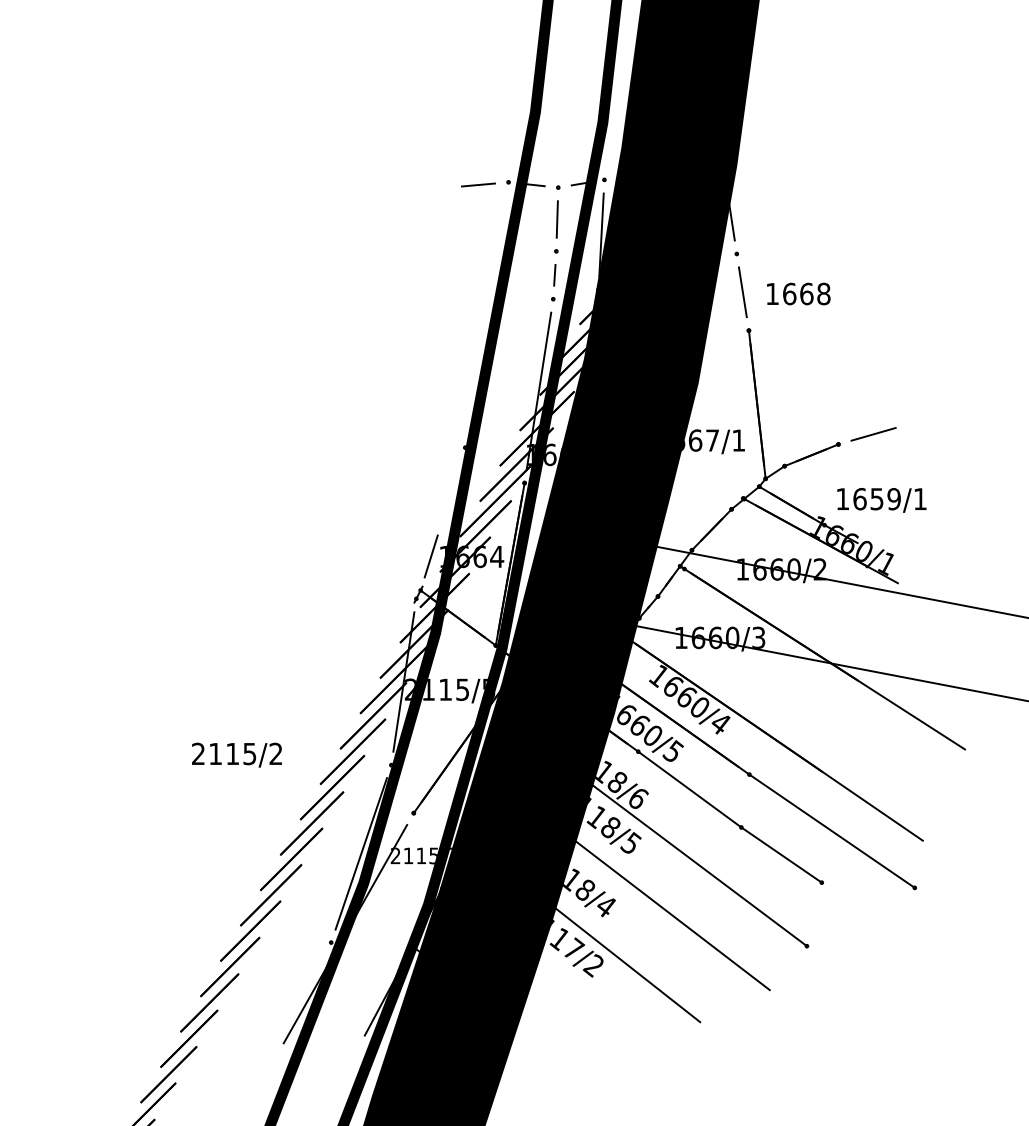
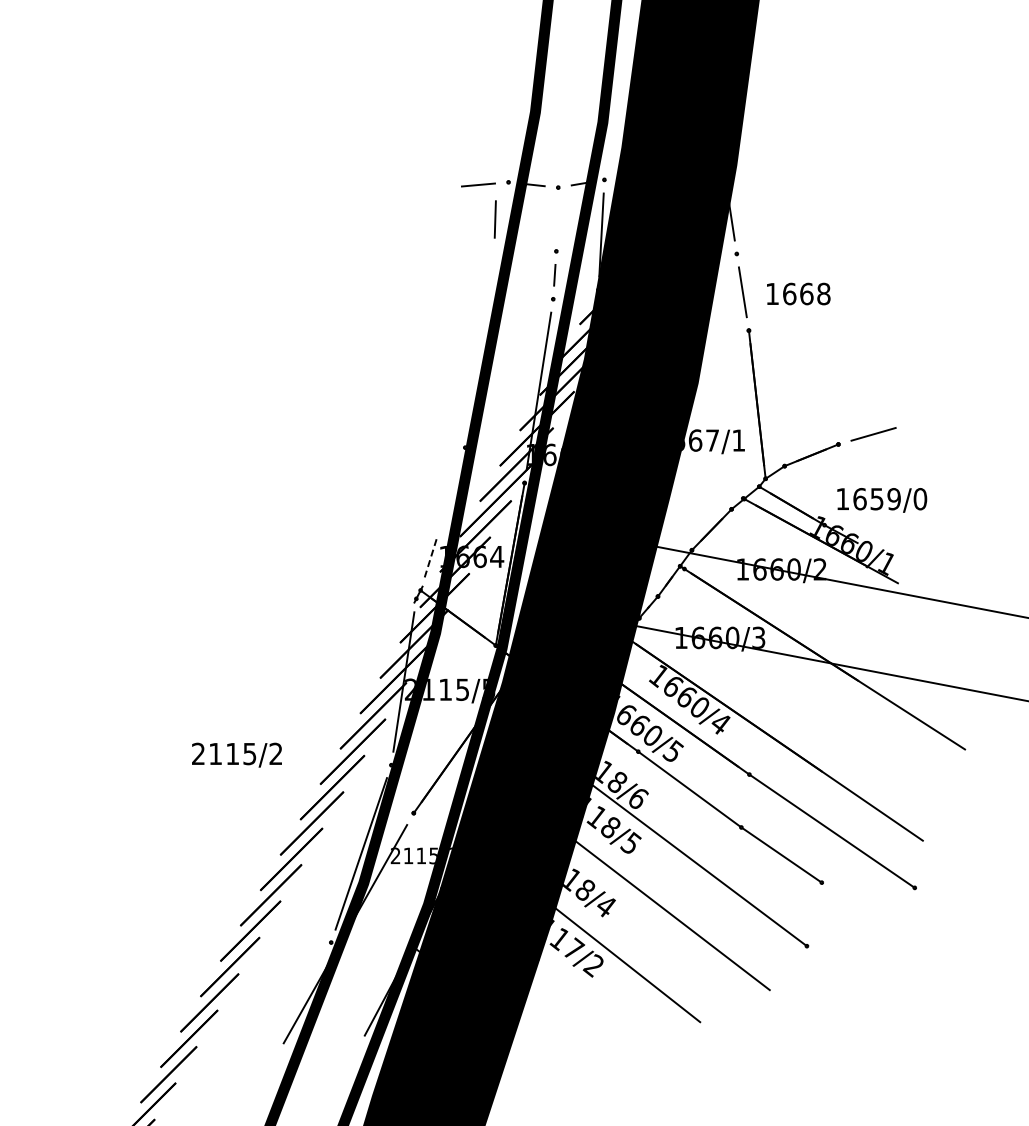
line at (556, 219) position: (556, 219) -> (494, 219)
text at (920, 499): 1659/1 -> 1659/0
line at (431, 556): solid -> dashed
